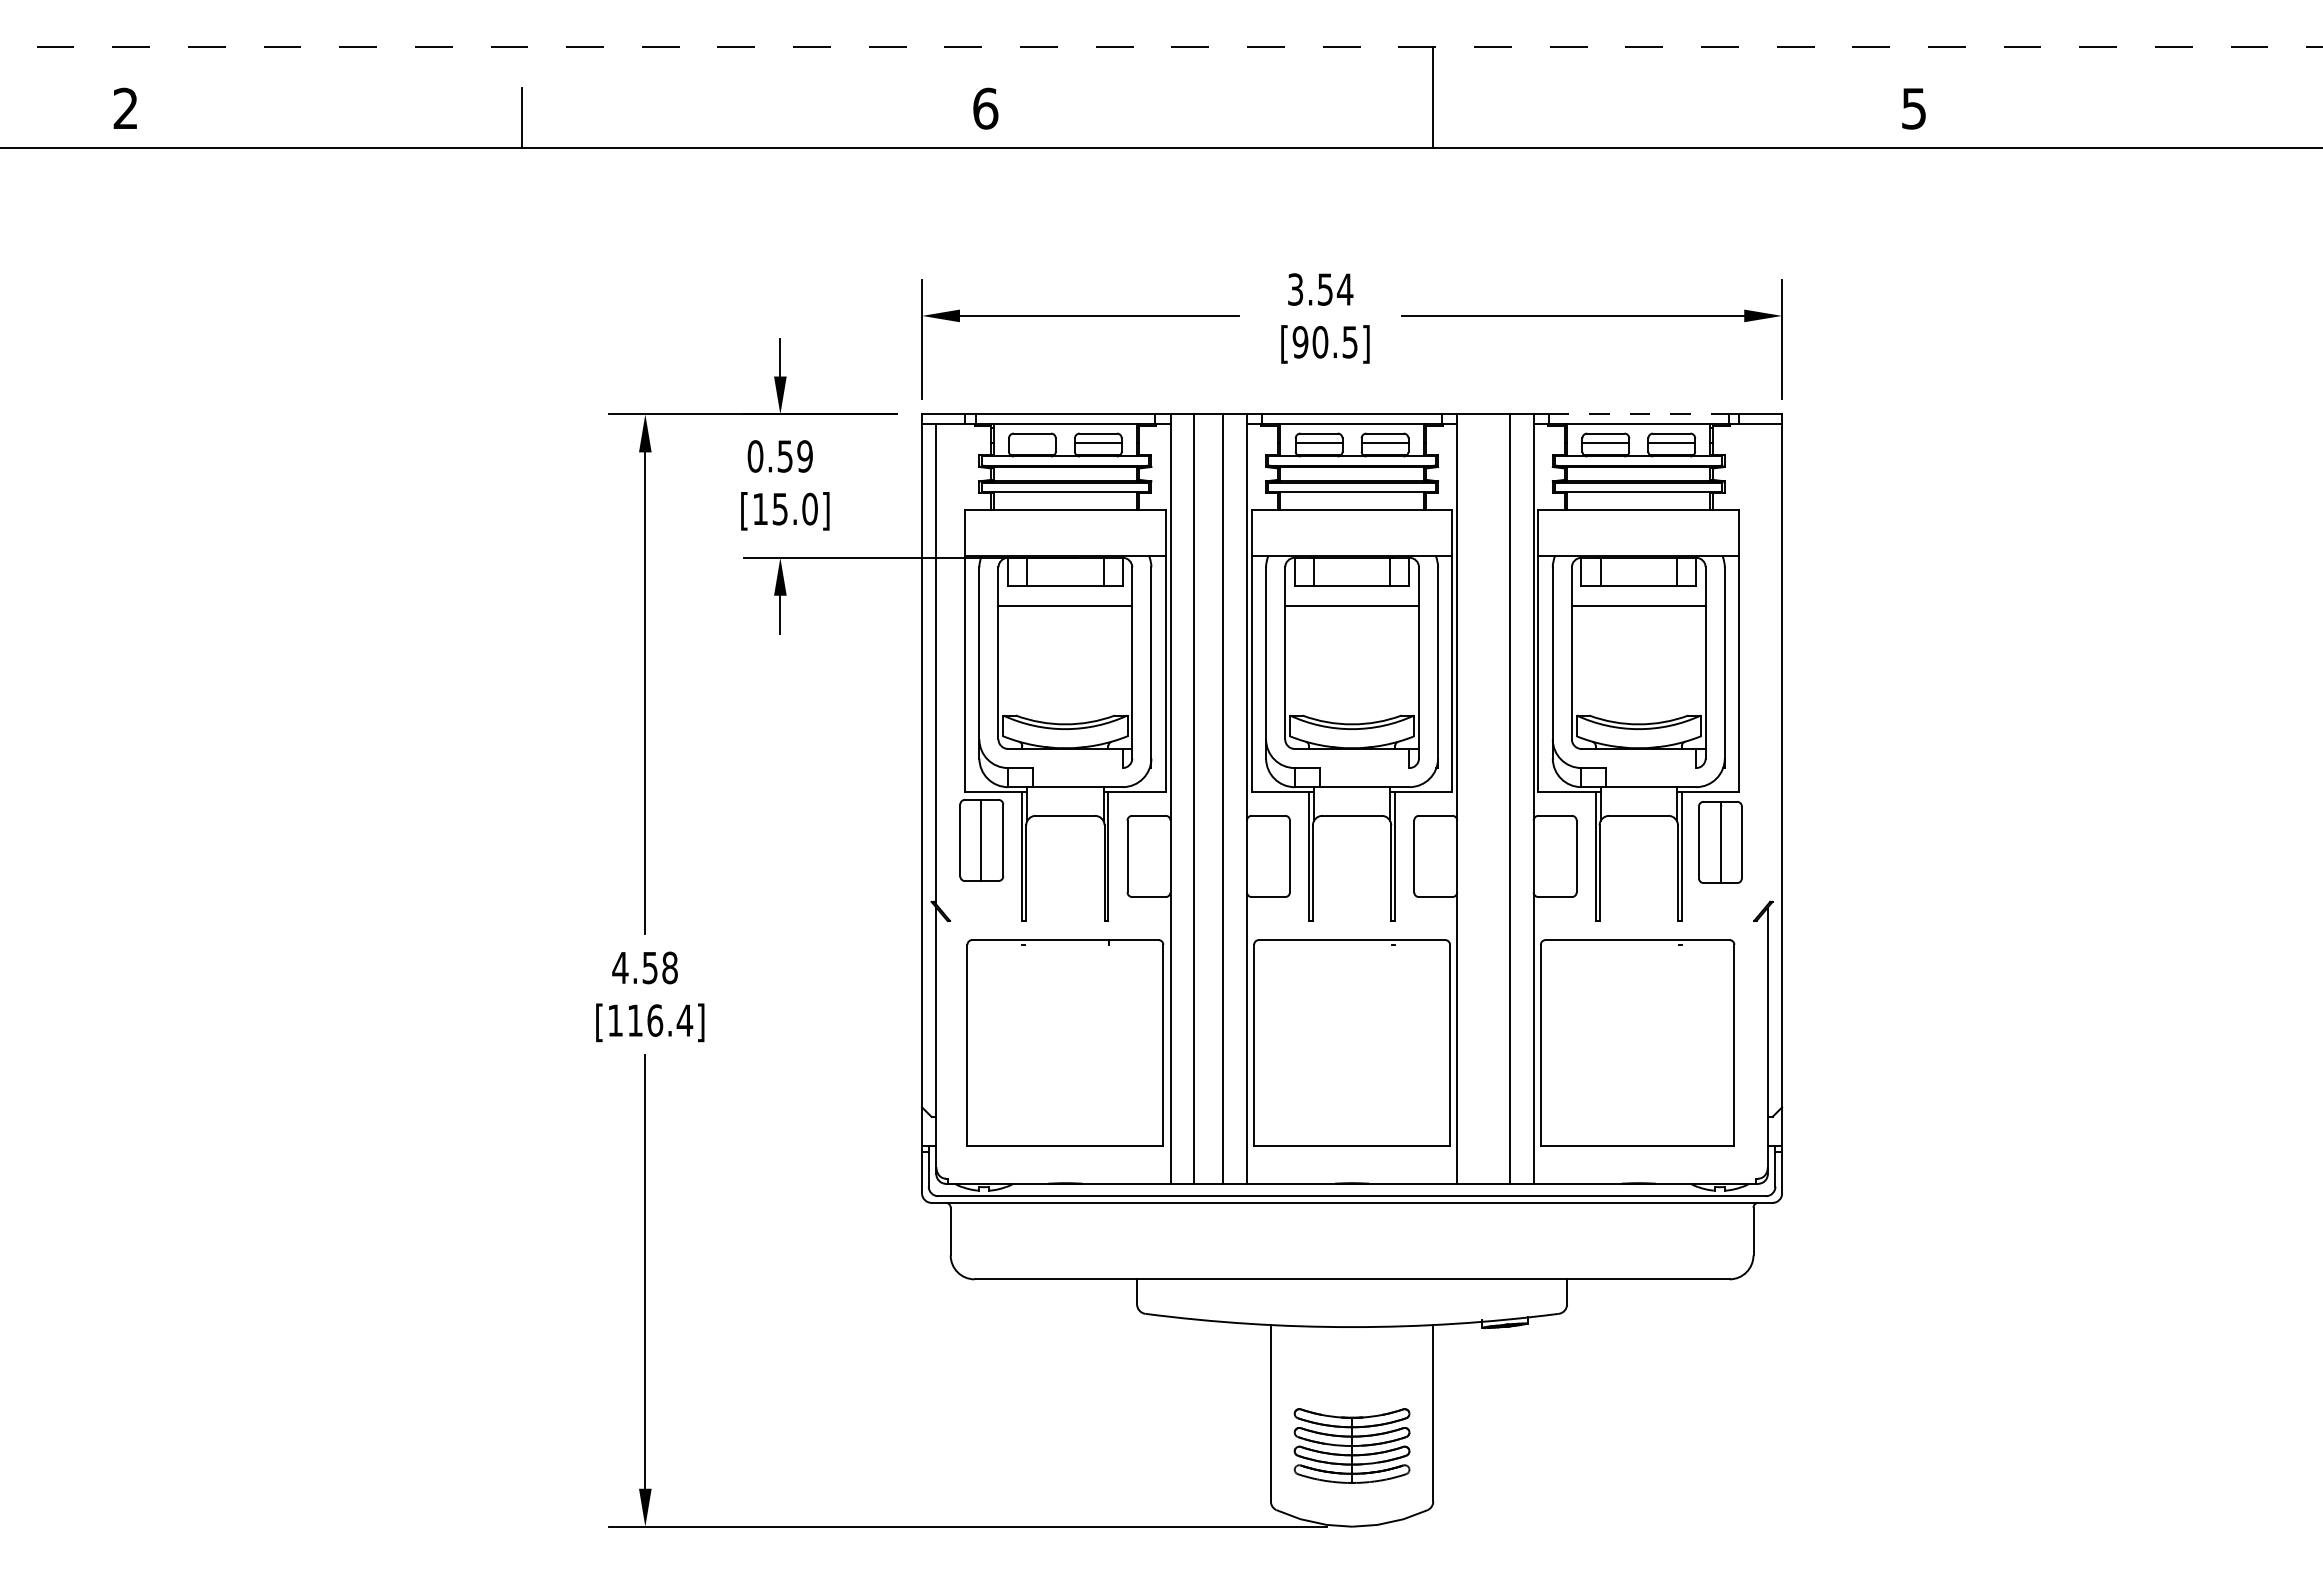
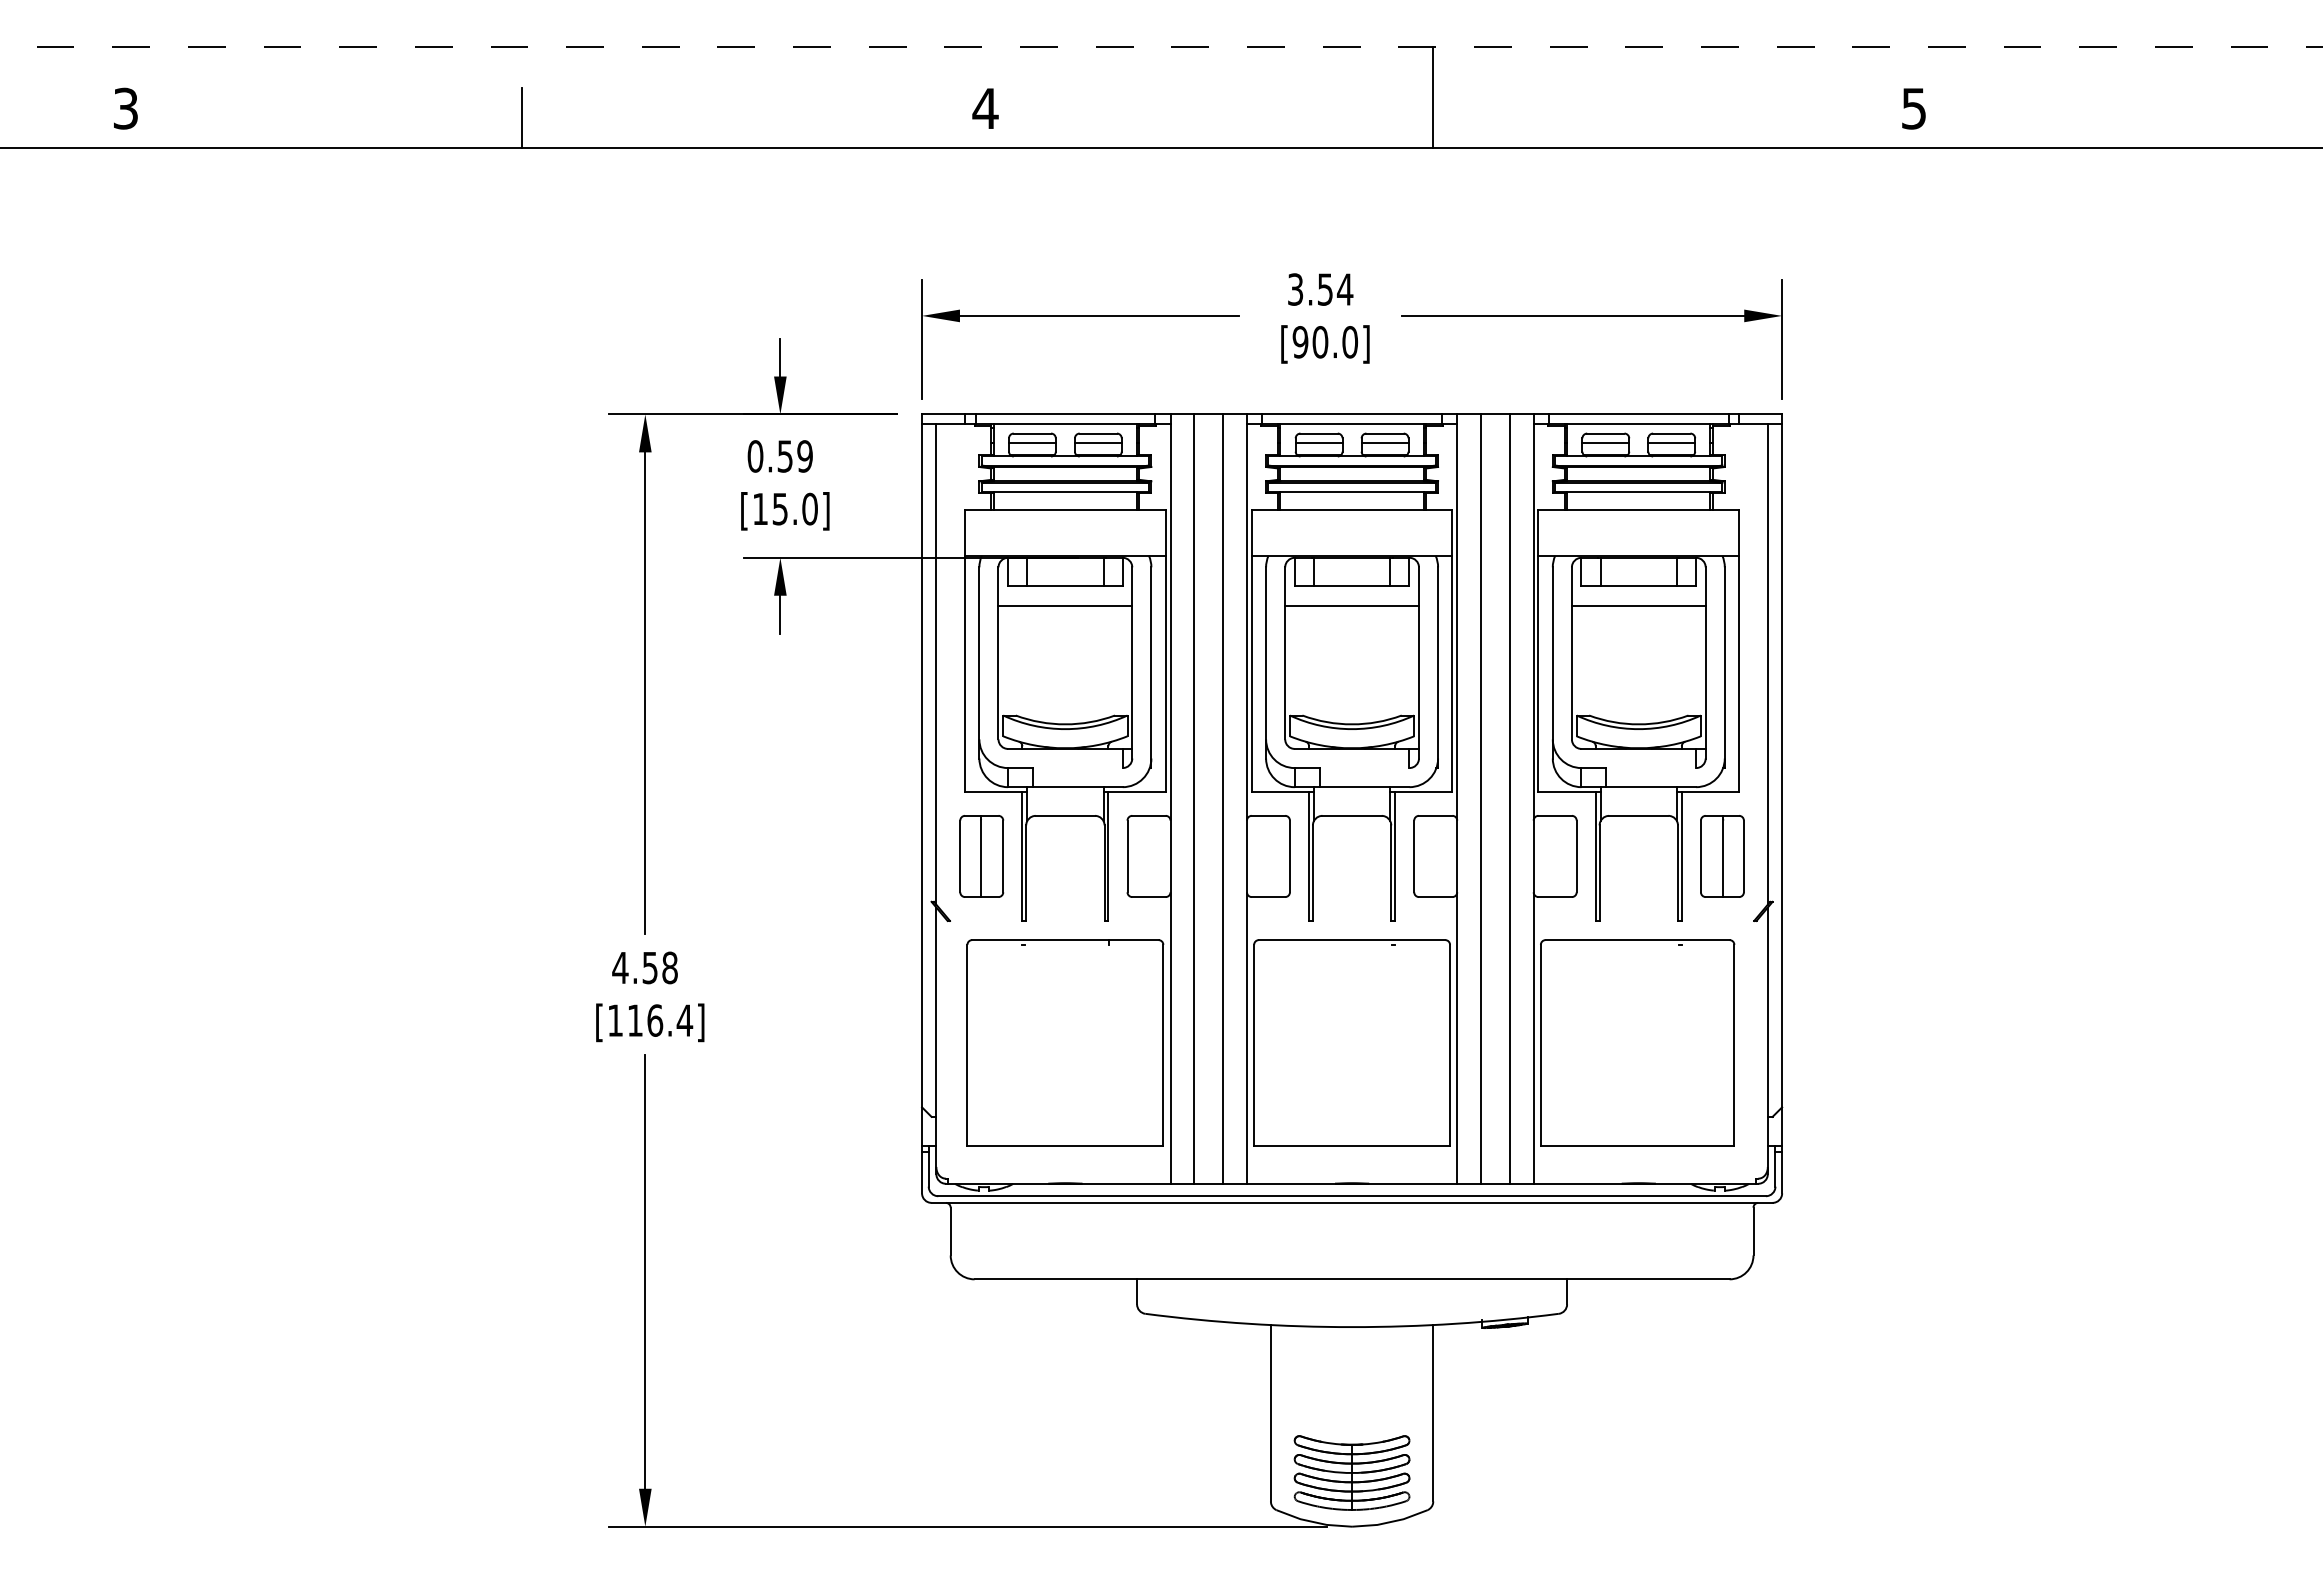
text at (125, 108): 2 -> 3
text at (985, 108): 6 -> 4
text at (1350, 342): [90.5] -> [90.0]
line at (1638, 414): dashed -> solid
line at (1032, 443): none -> present
line at (1767, 664): none -> present
line at (1481, 798): none -> present
part at (981, 840) position: (981, 840) -> (981, 856)
part at (1720, 842) position: (1720, 842) -> (1722, 856)
part at (1351, 1445) position: (1351, 1445) -> (1351, 1472)
